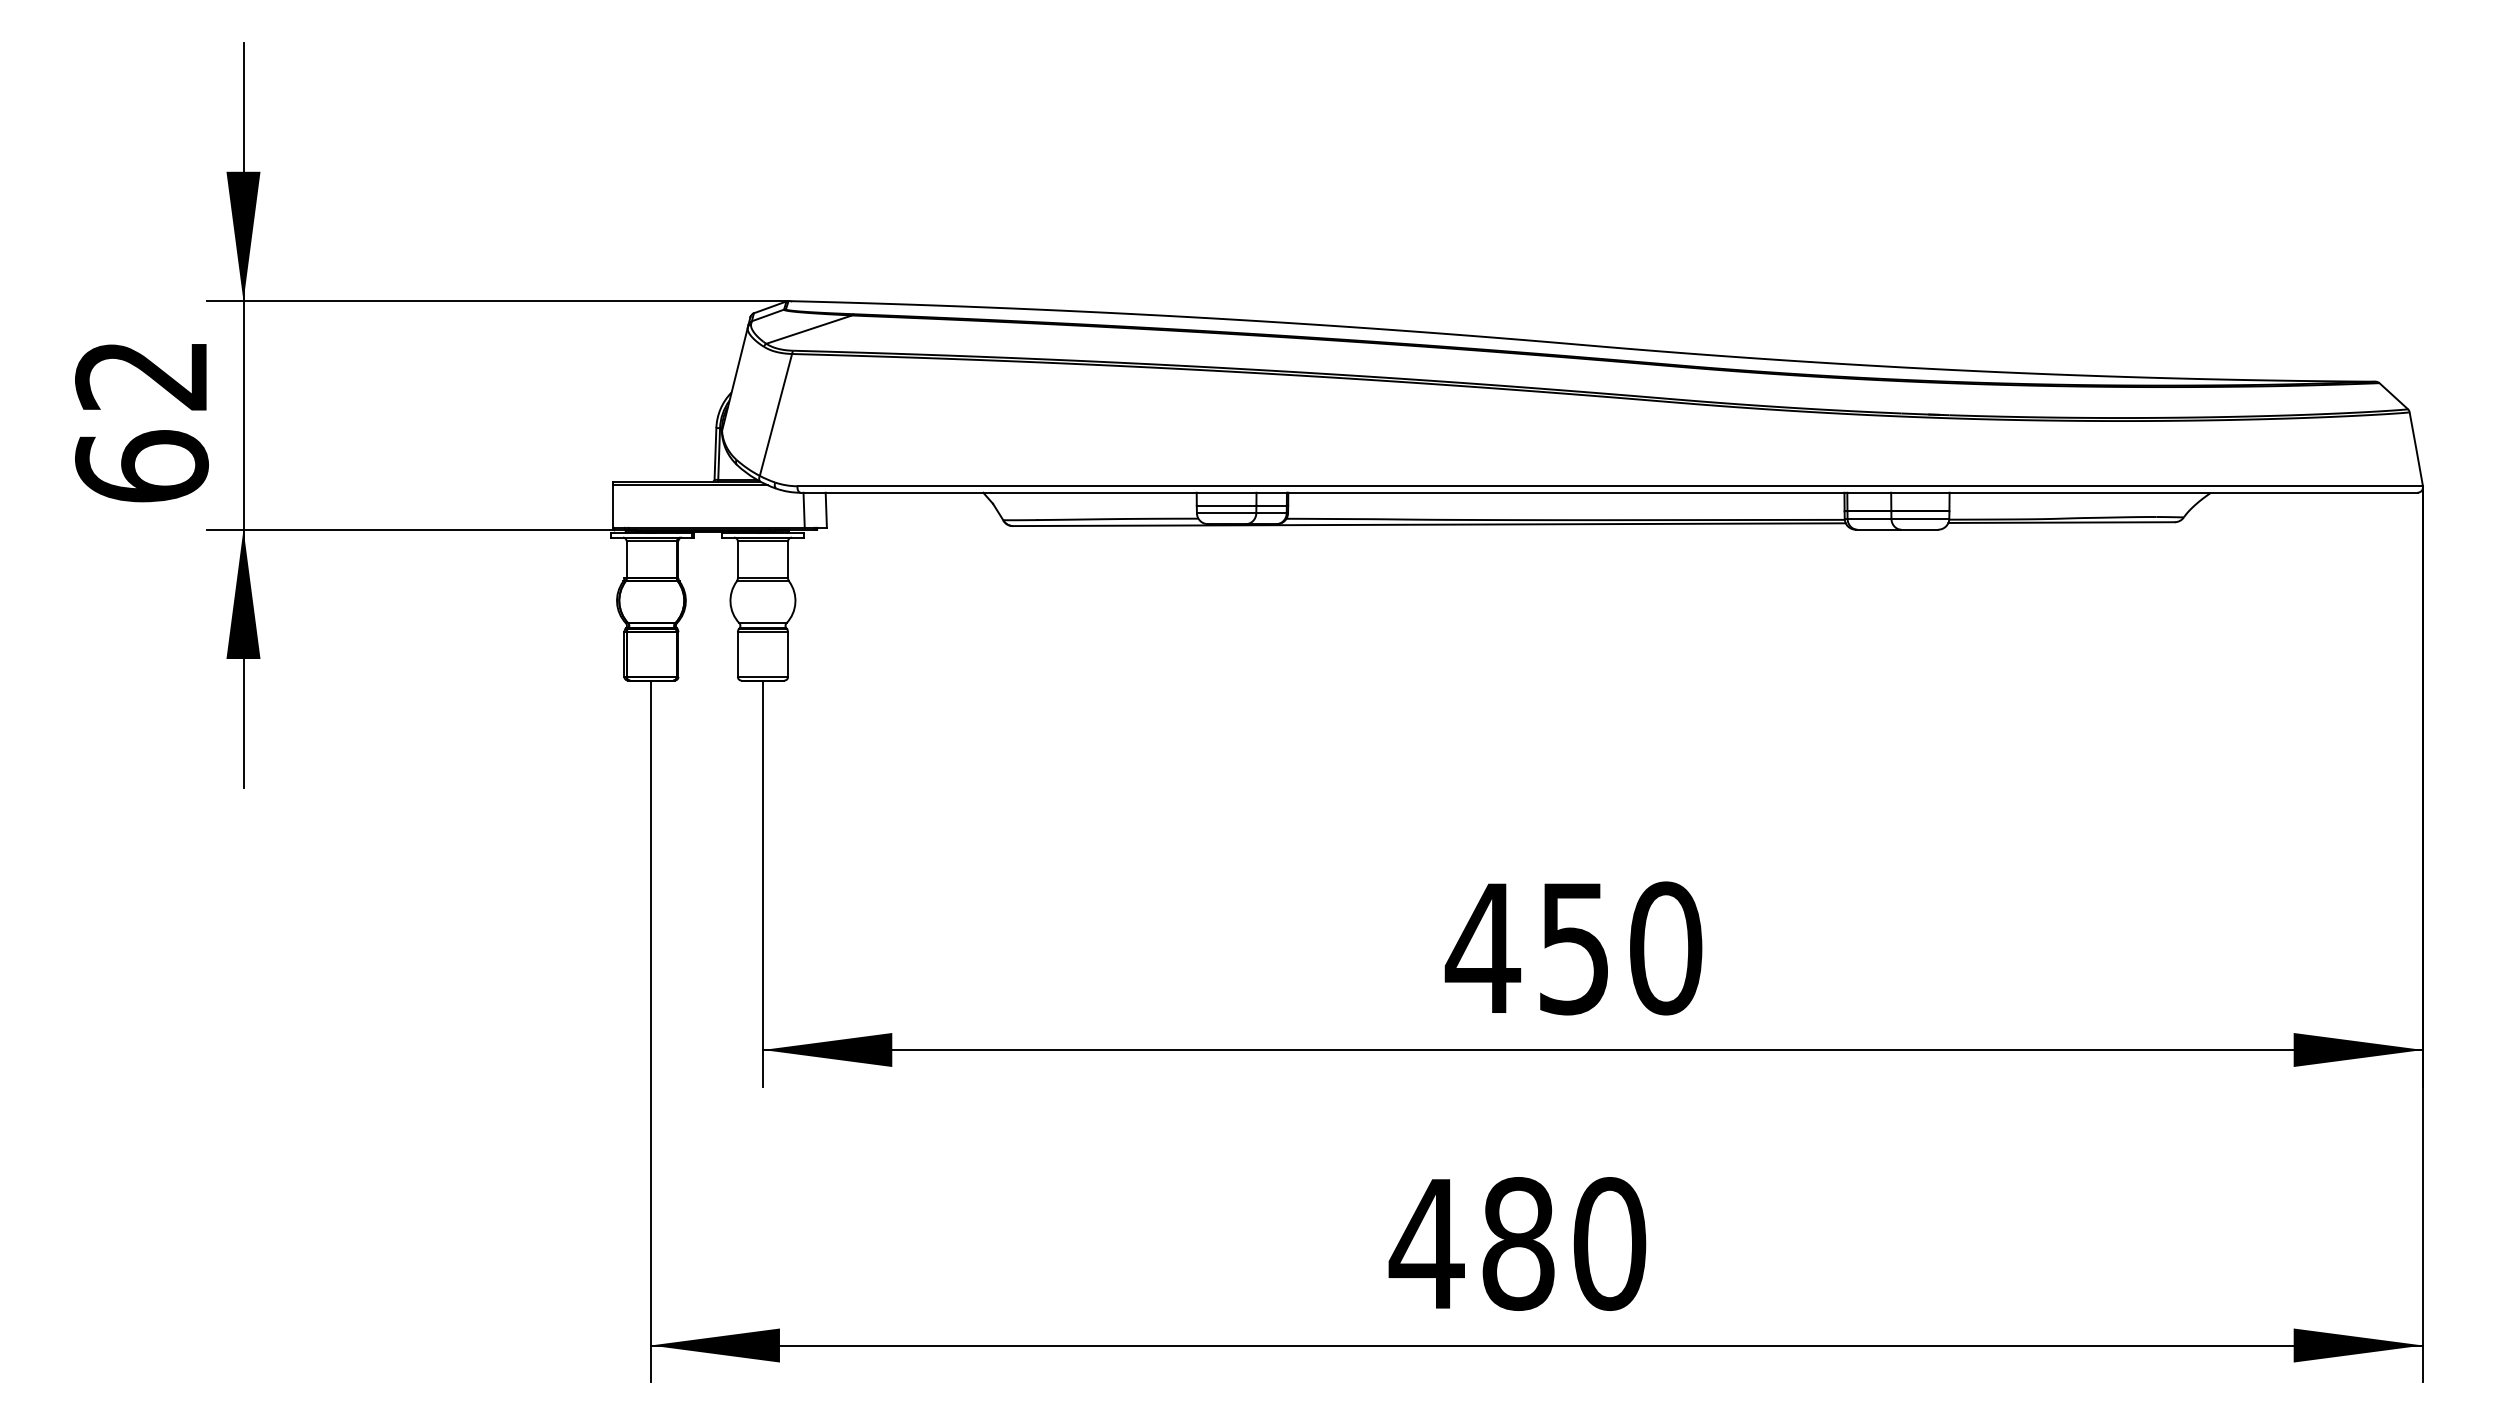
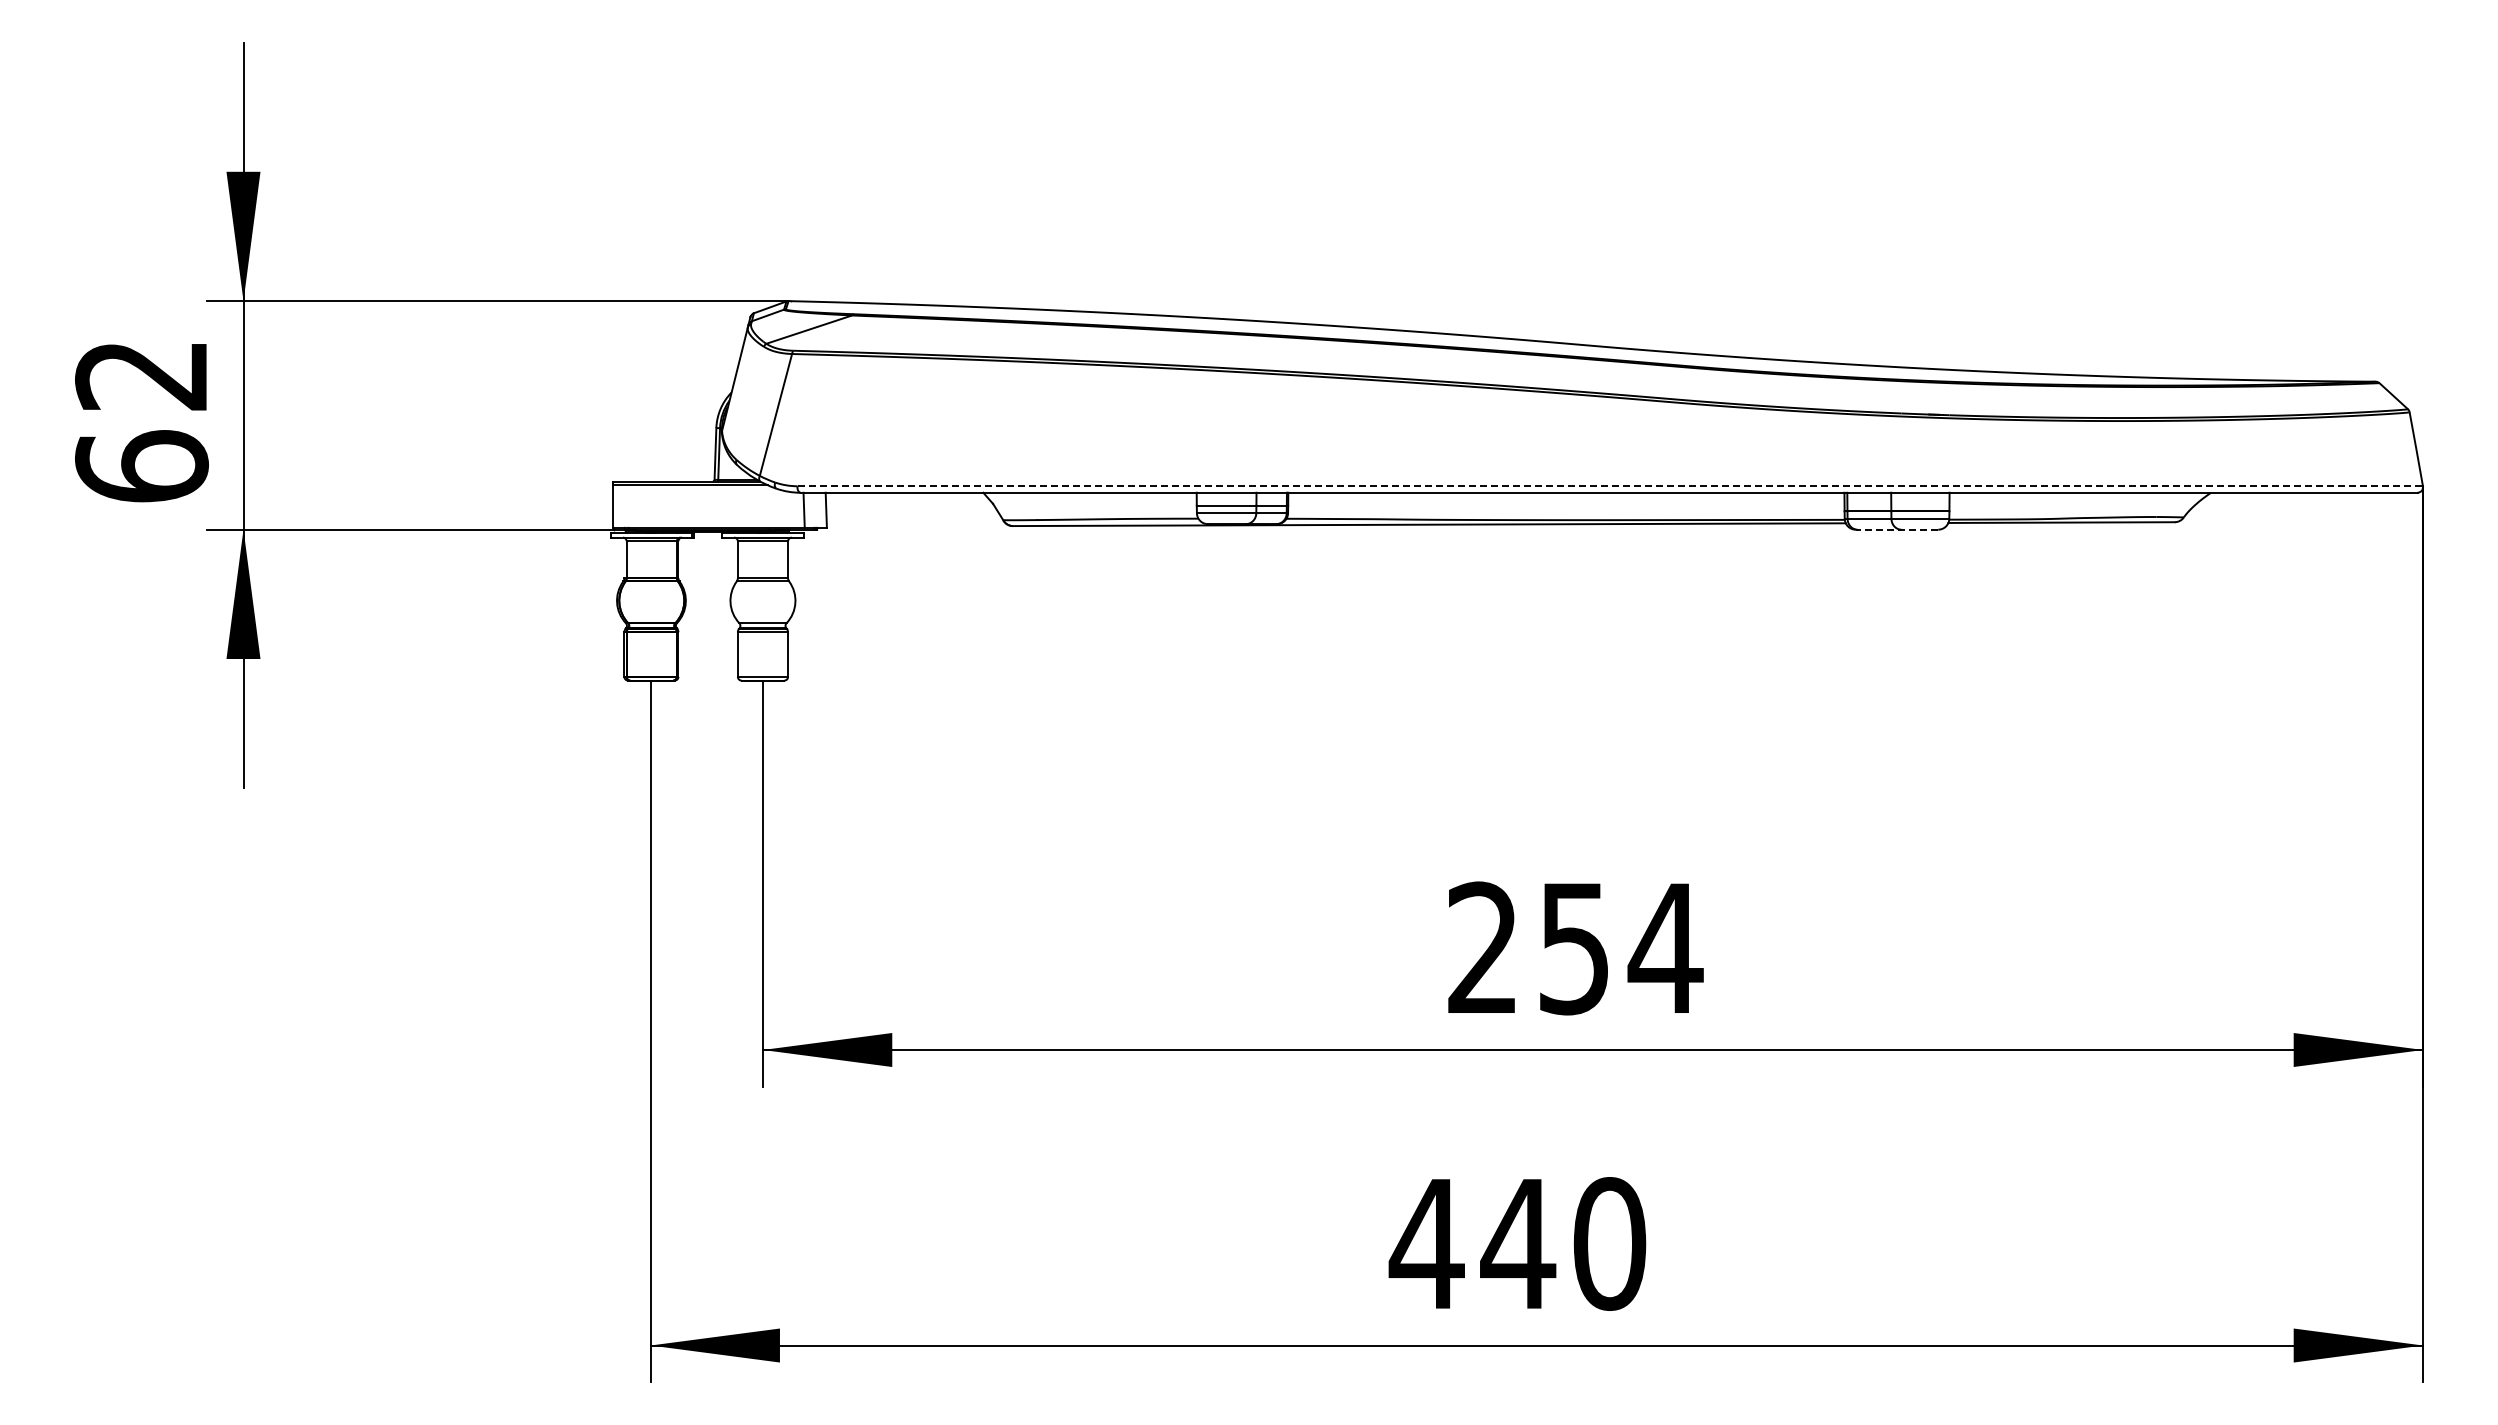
line at (1610, 486): solid -> dashed
line at (1896, 529): solid -> dashed
text at (1573, 948): 450 -> 254
text at (1518, 1243): 480 -> 440
